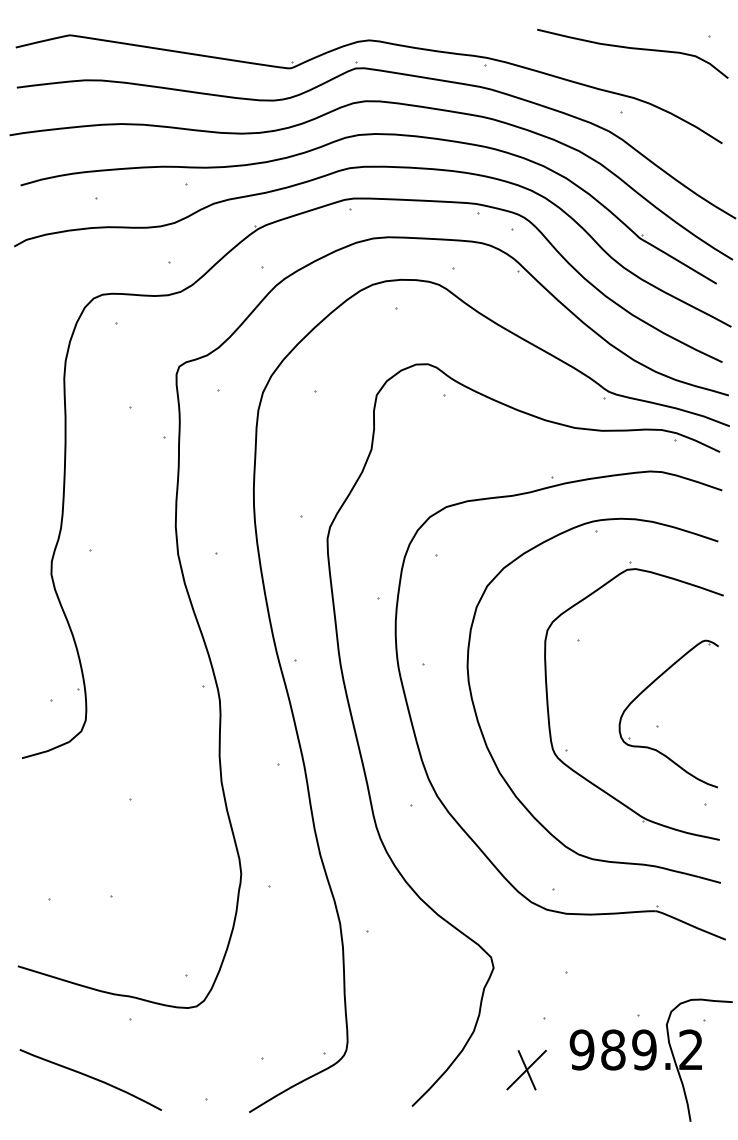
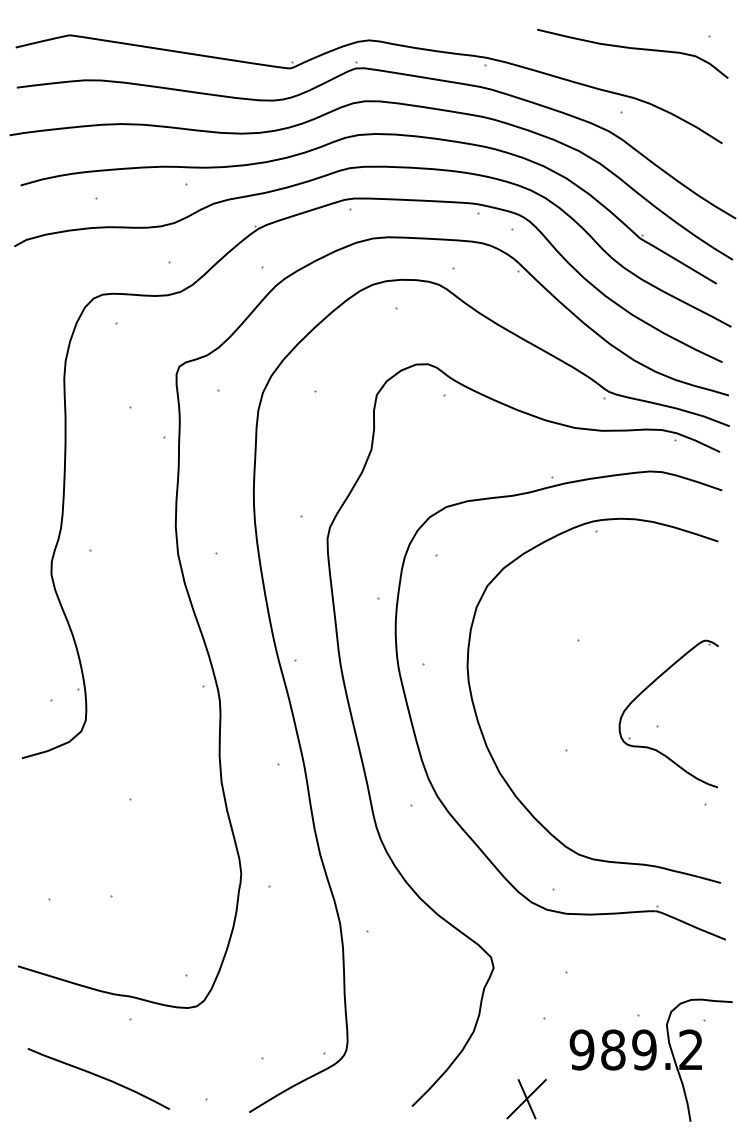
part at (549, 712): present -> none
part at (526, 1069) position: (526, 1069) -> (526, 1098)
curve at (91, 1078) position: (91, 1078) -> (99, 1077)
